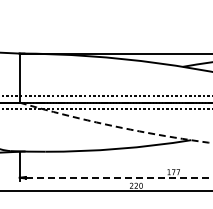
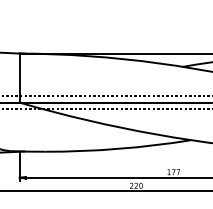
arc at (116, 126): dashed -> solid
line at (119, 177): dashed -> solid
